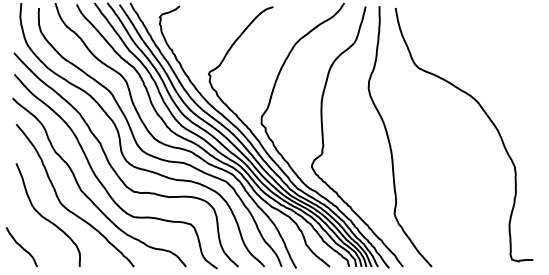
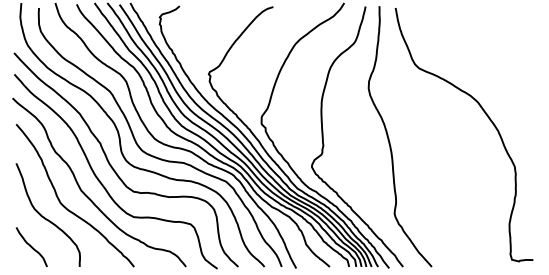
curve at (21, 247) position: (21, 247) -> (31, 247)
